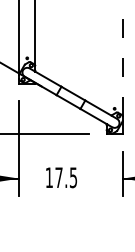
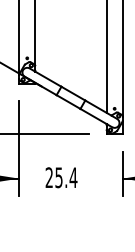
line at (106, 57): none -> present
line at (122, 58): dashed -> solid
text at (61, 177): 17.5 -> 25.4
